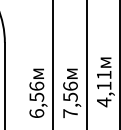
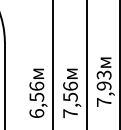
text at (103, 88): 4,11 -> 7,93
